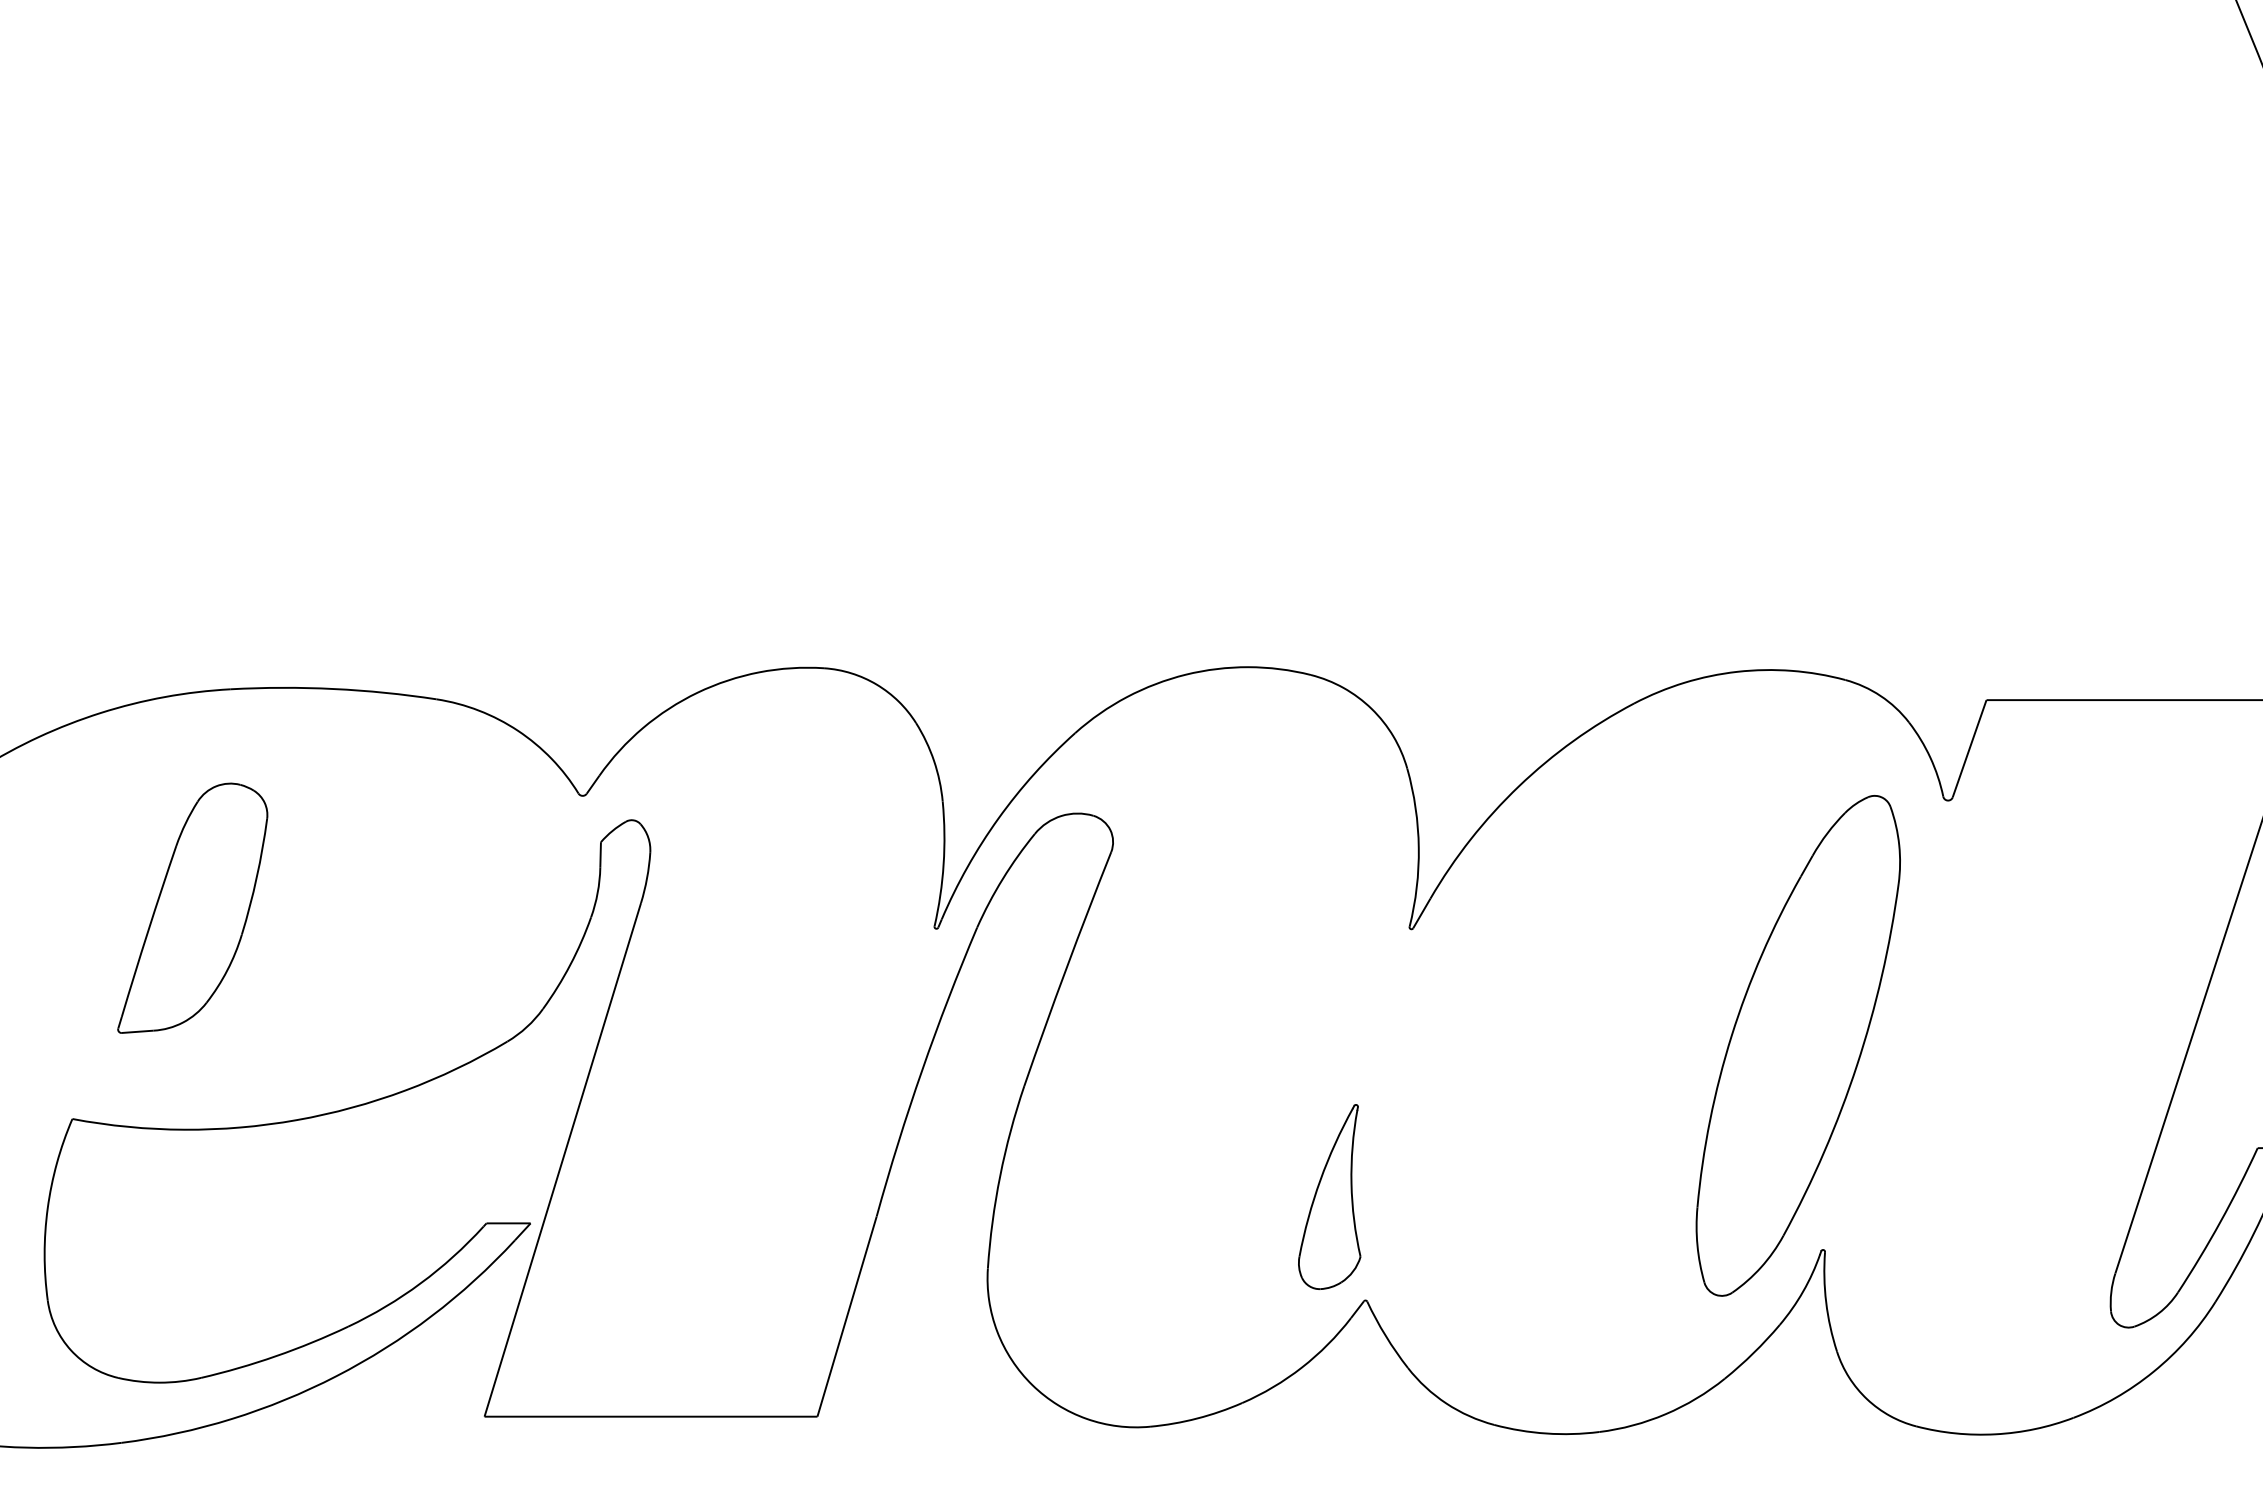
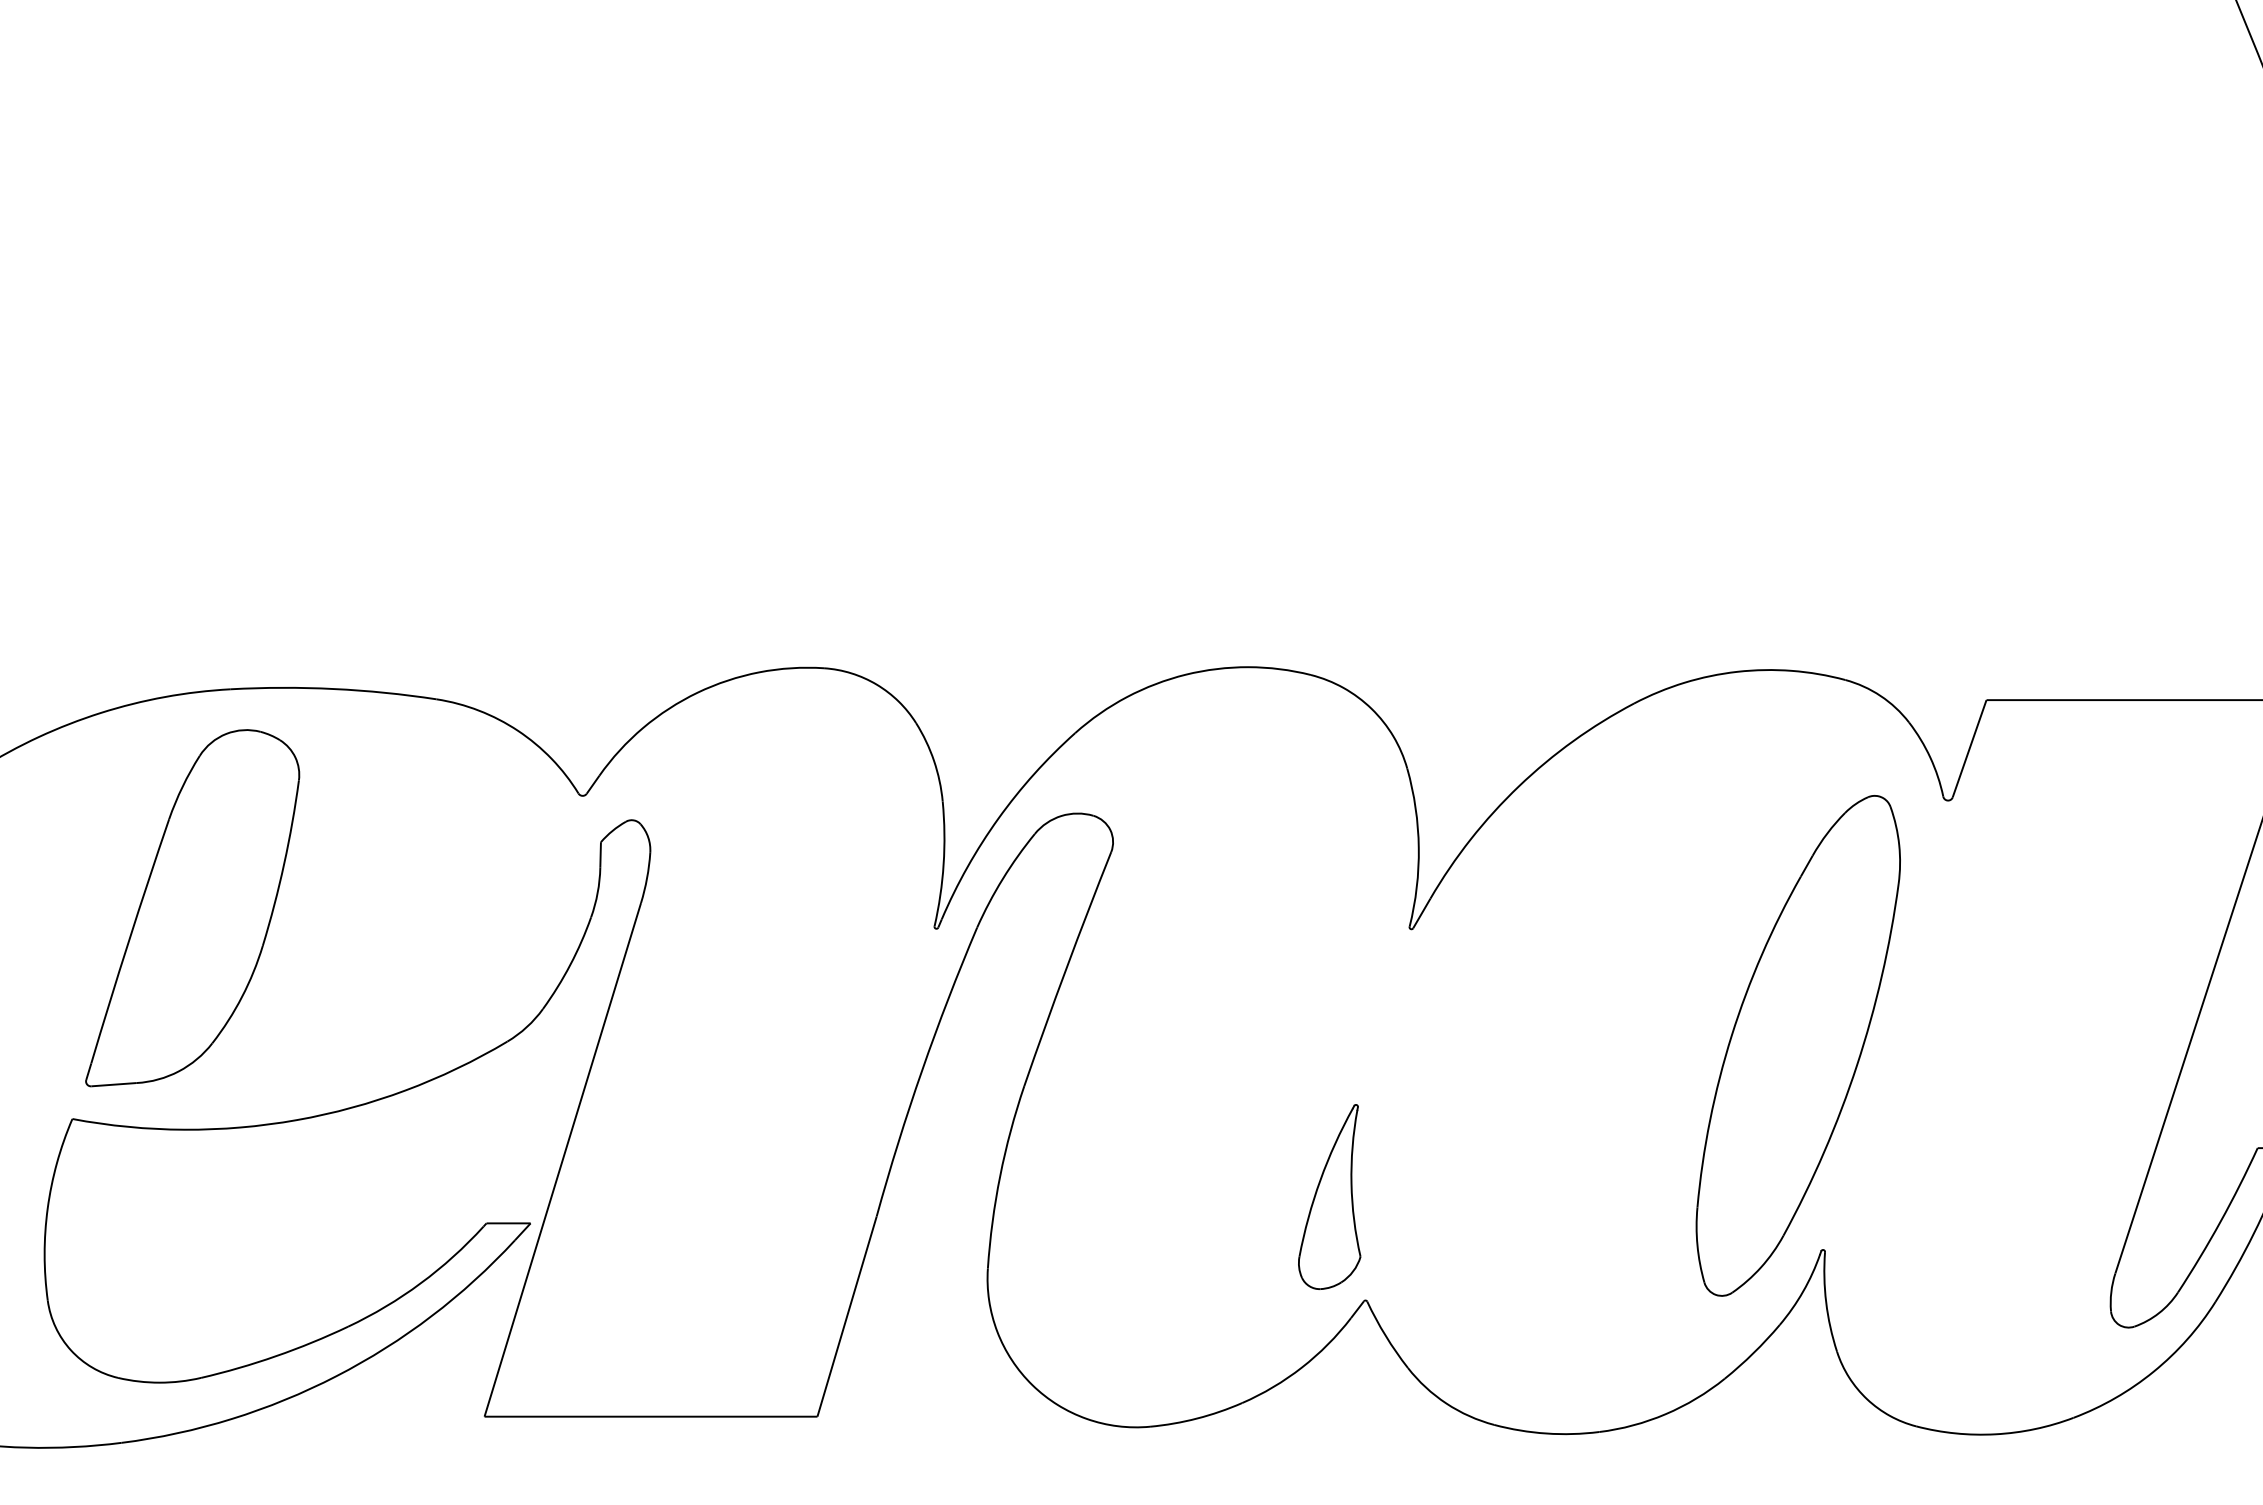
part at (192, 907) size: 152x252 px -> 216x359 px
